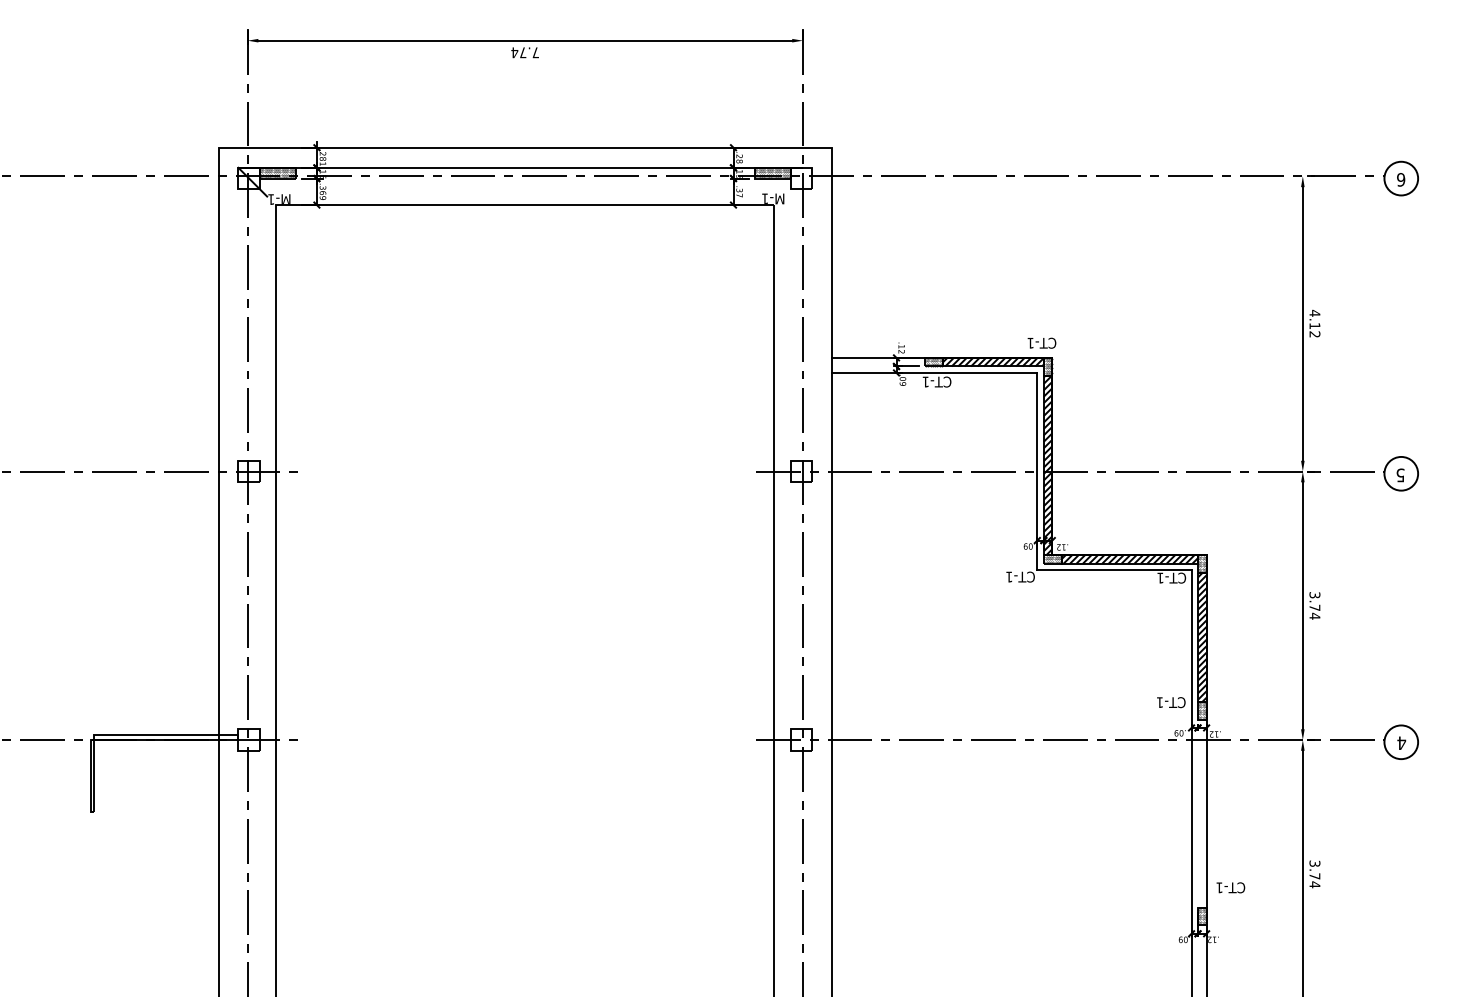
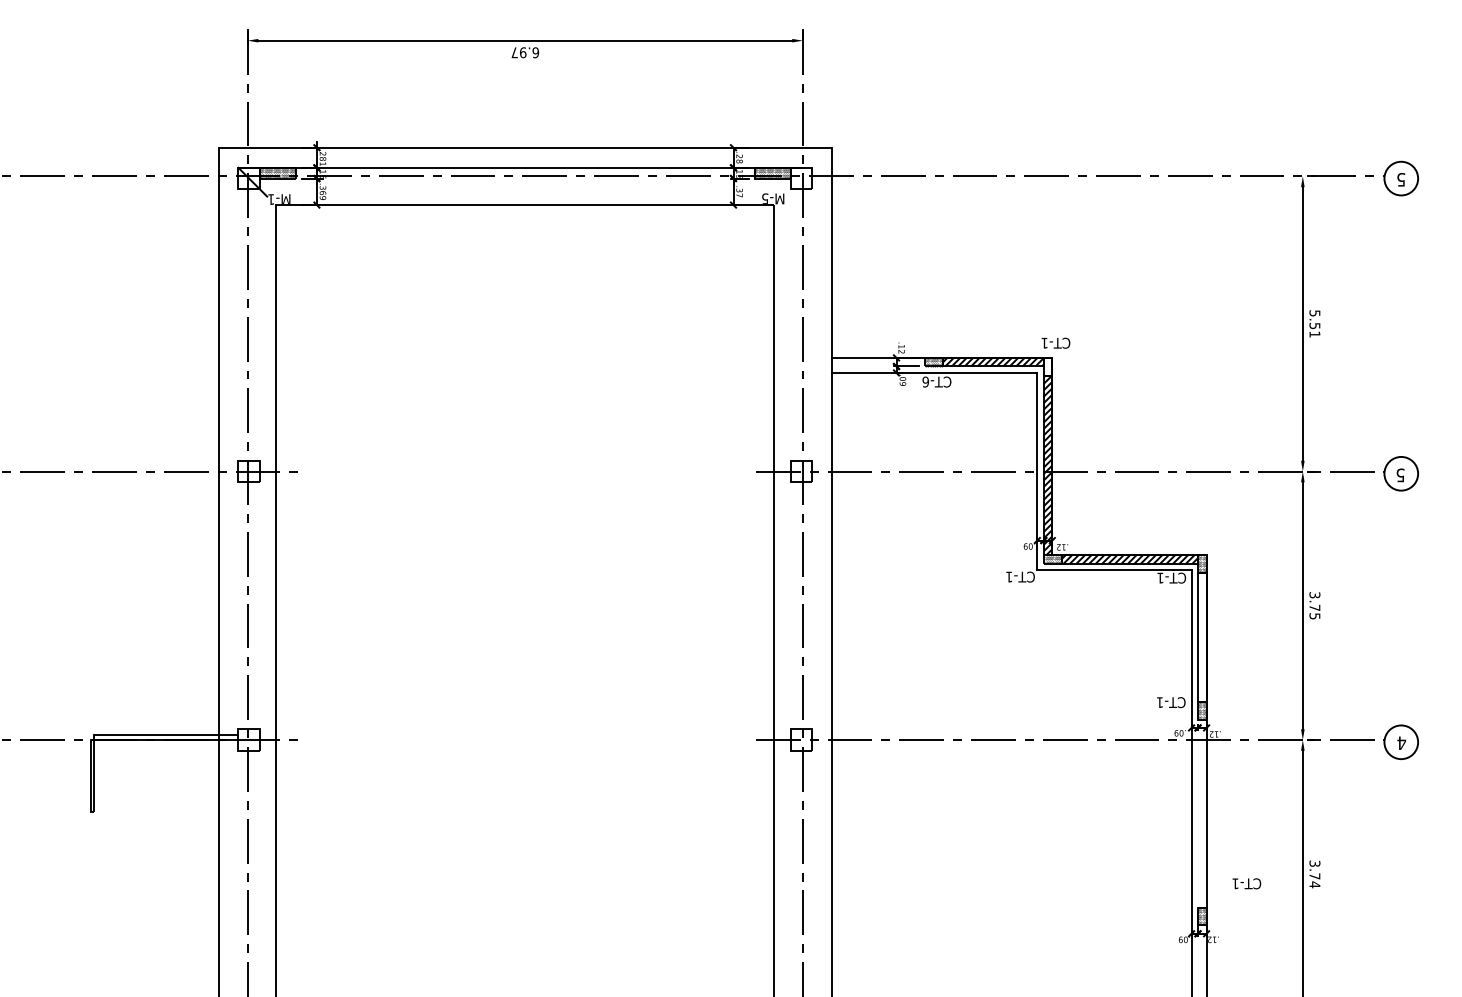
text at (525, 52): 7.74 -> 6.97
text at (1401, 179): 6 -> 5
text at (765, 198): M-1 -> M-5
text at (1314, 323): 4.12 -> 5.51
text at (1041, 342) position: (1041, 342) -> (1055, 342)
hatch at (1048, 367): present -> none
text at (925, 381): CT-1 -> CT-6
text at (1314, 615): 3.74 -> 3.75
hatch at (1201, 637): present -> none
text at (1230, 887) position: (1230, 887) -> (1246, 883)
